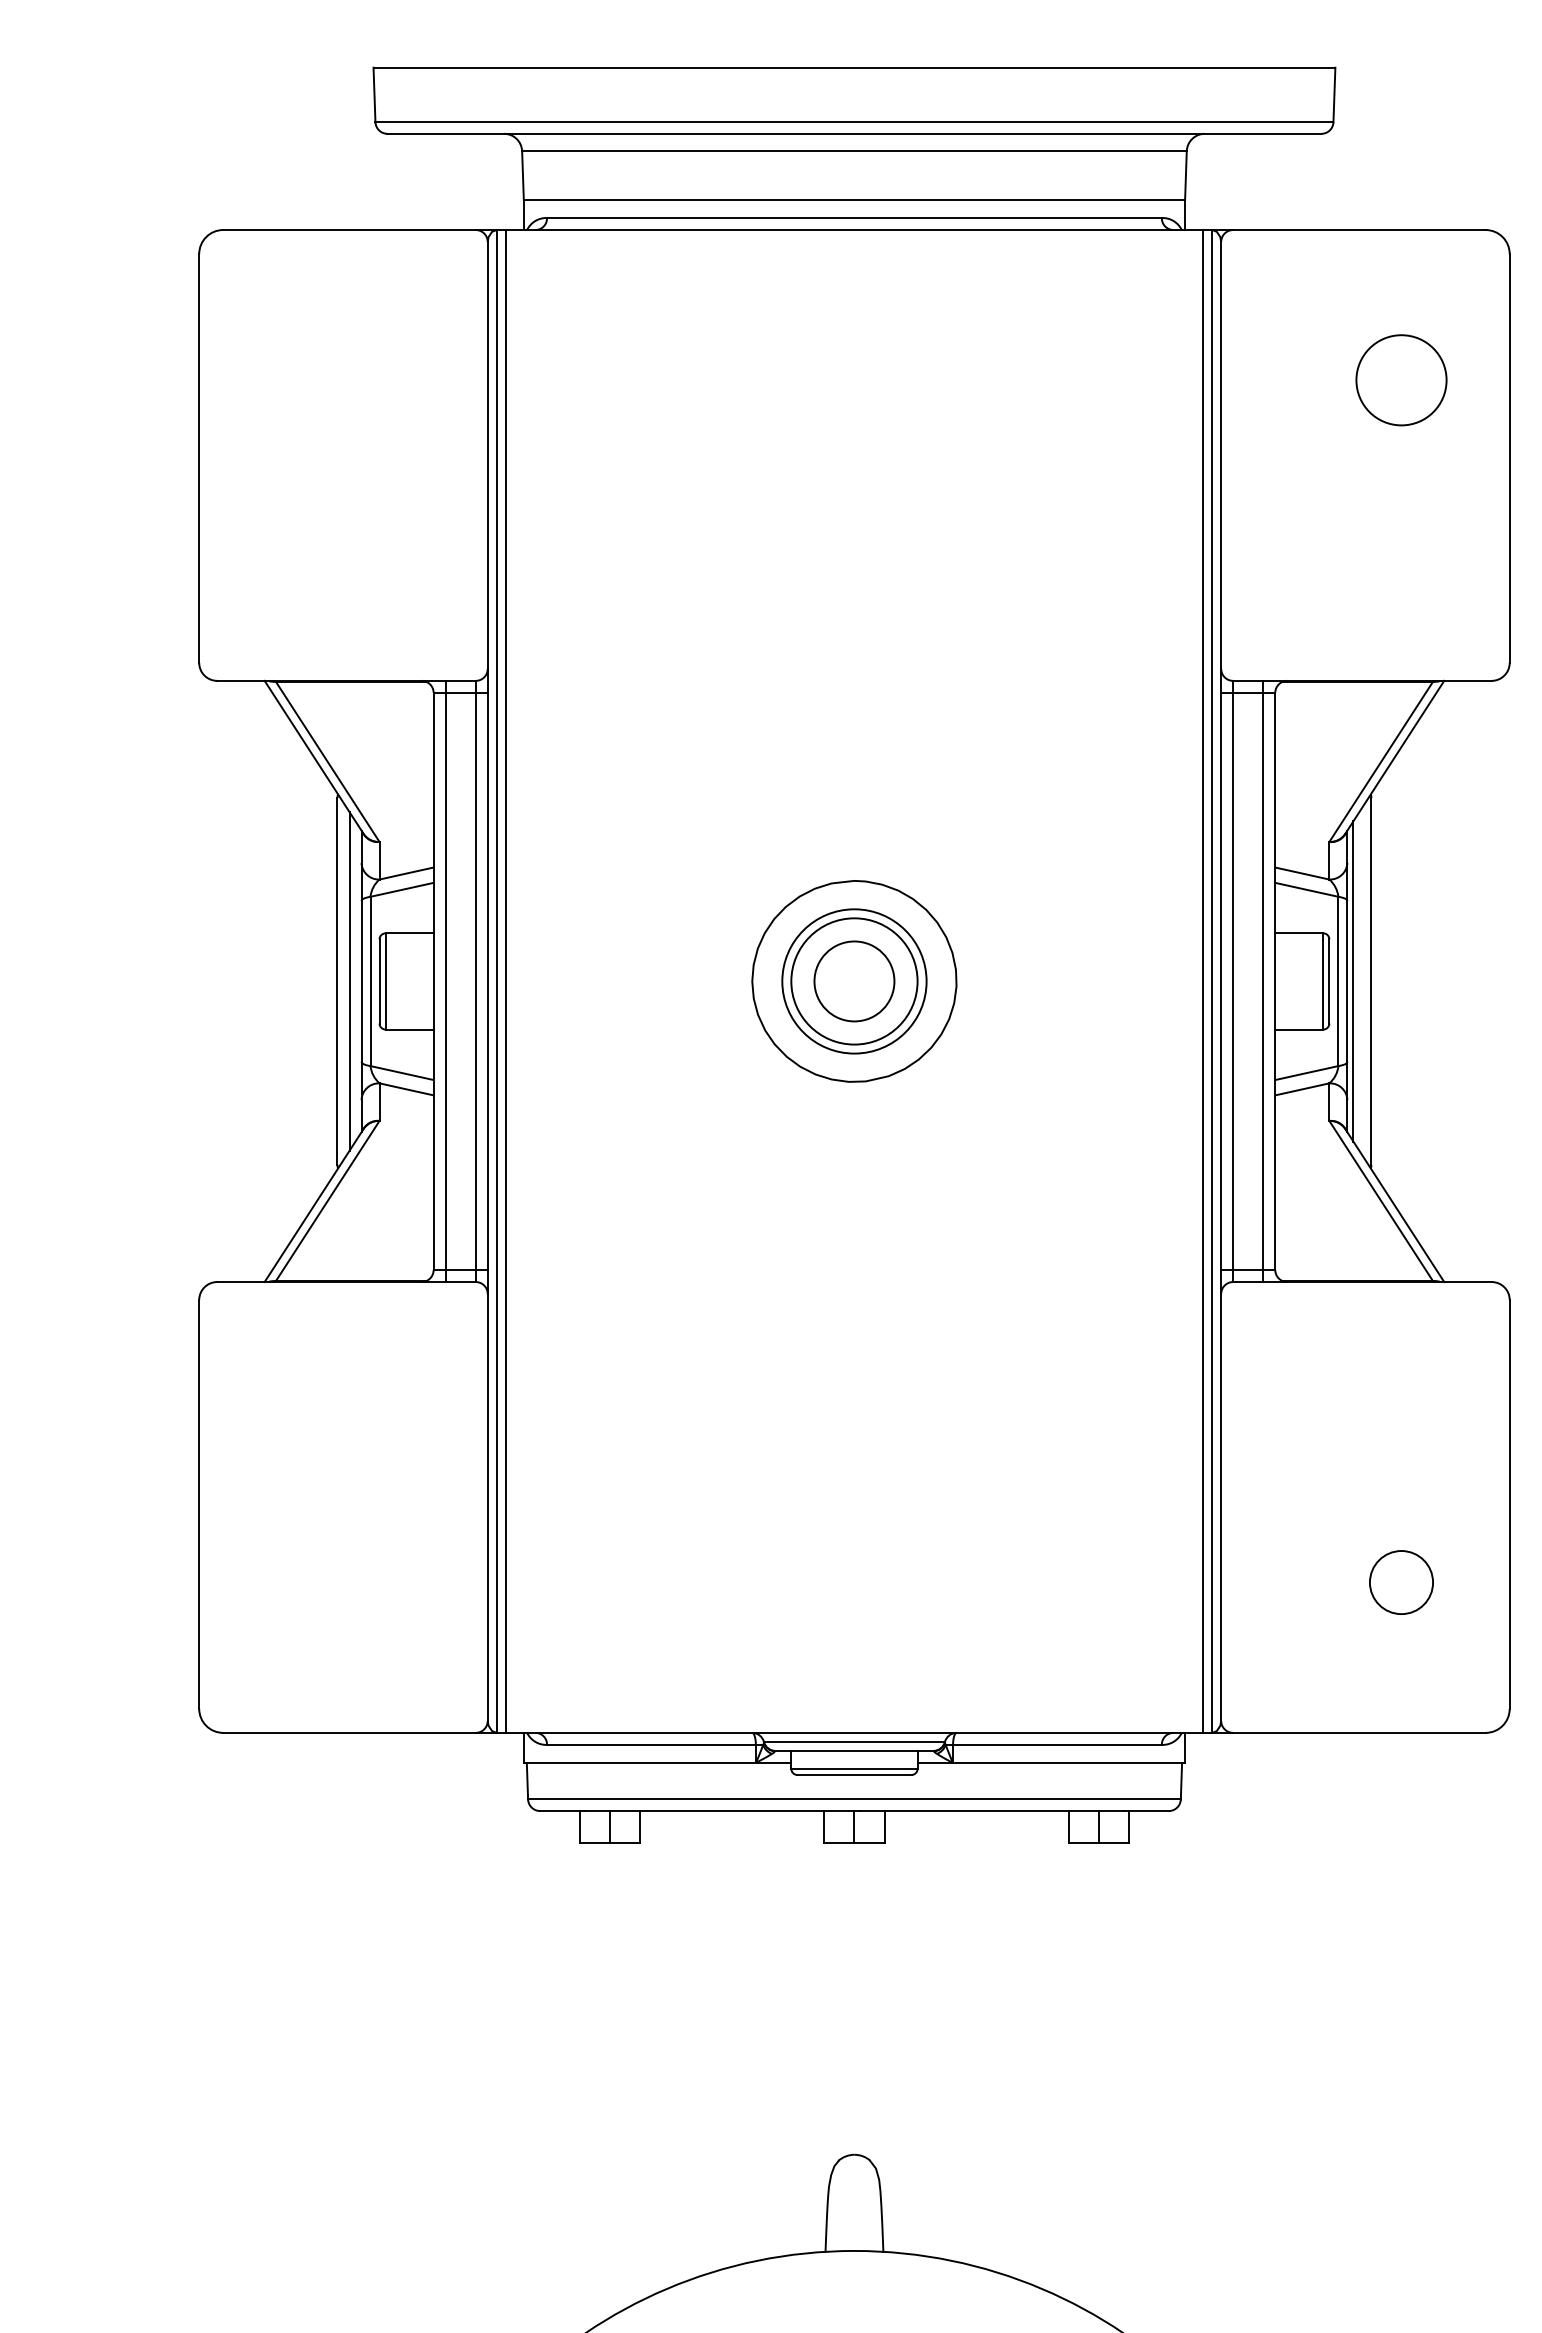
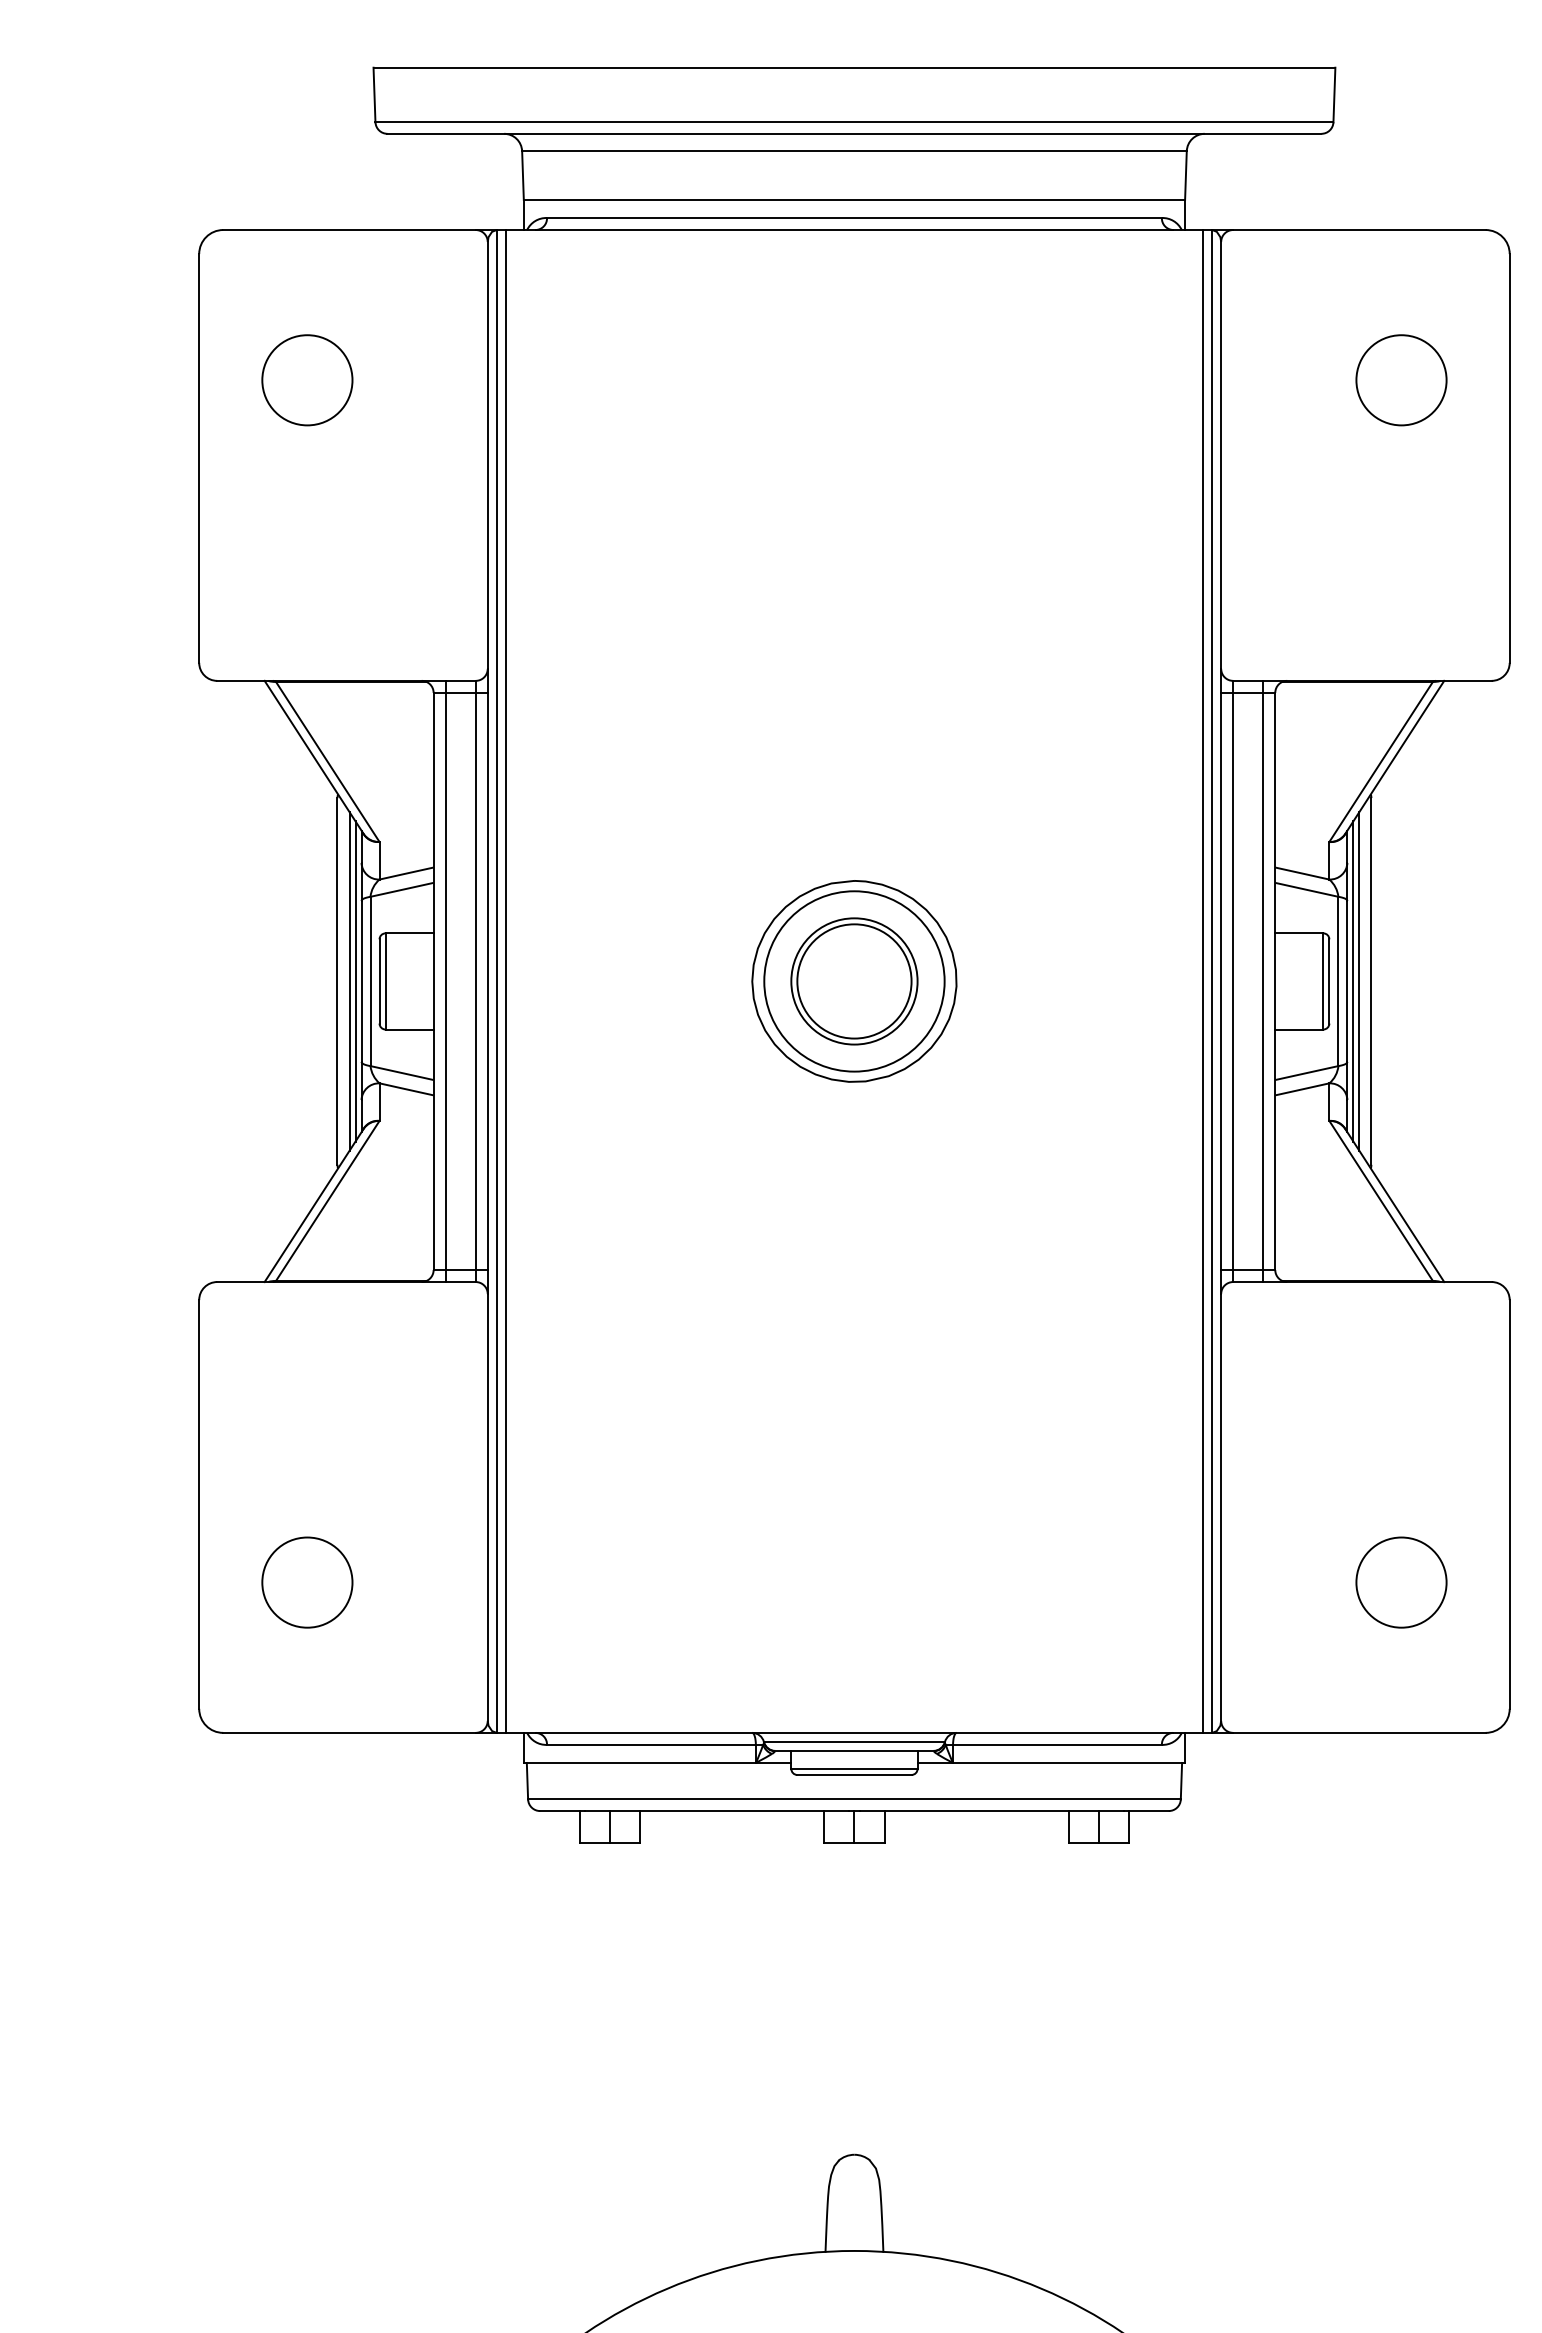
circle at (307, 380): none -> present
line at (355, 981): none -> present
circle at (854, 981) diameter: 144 px -> 180 px
circle at (854, 981) diameter: 80 px -> 114 px
line at (1359, 981): none -> present
circle at (307, 1582): none -> present
circle at (1401, 1582) size: 65x65 px -> 93x93 px
